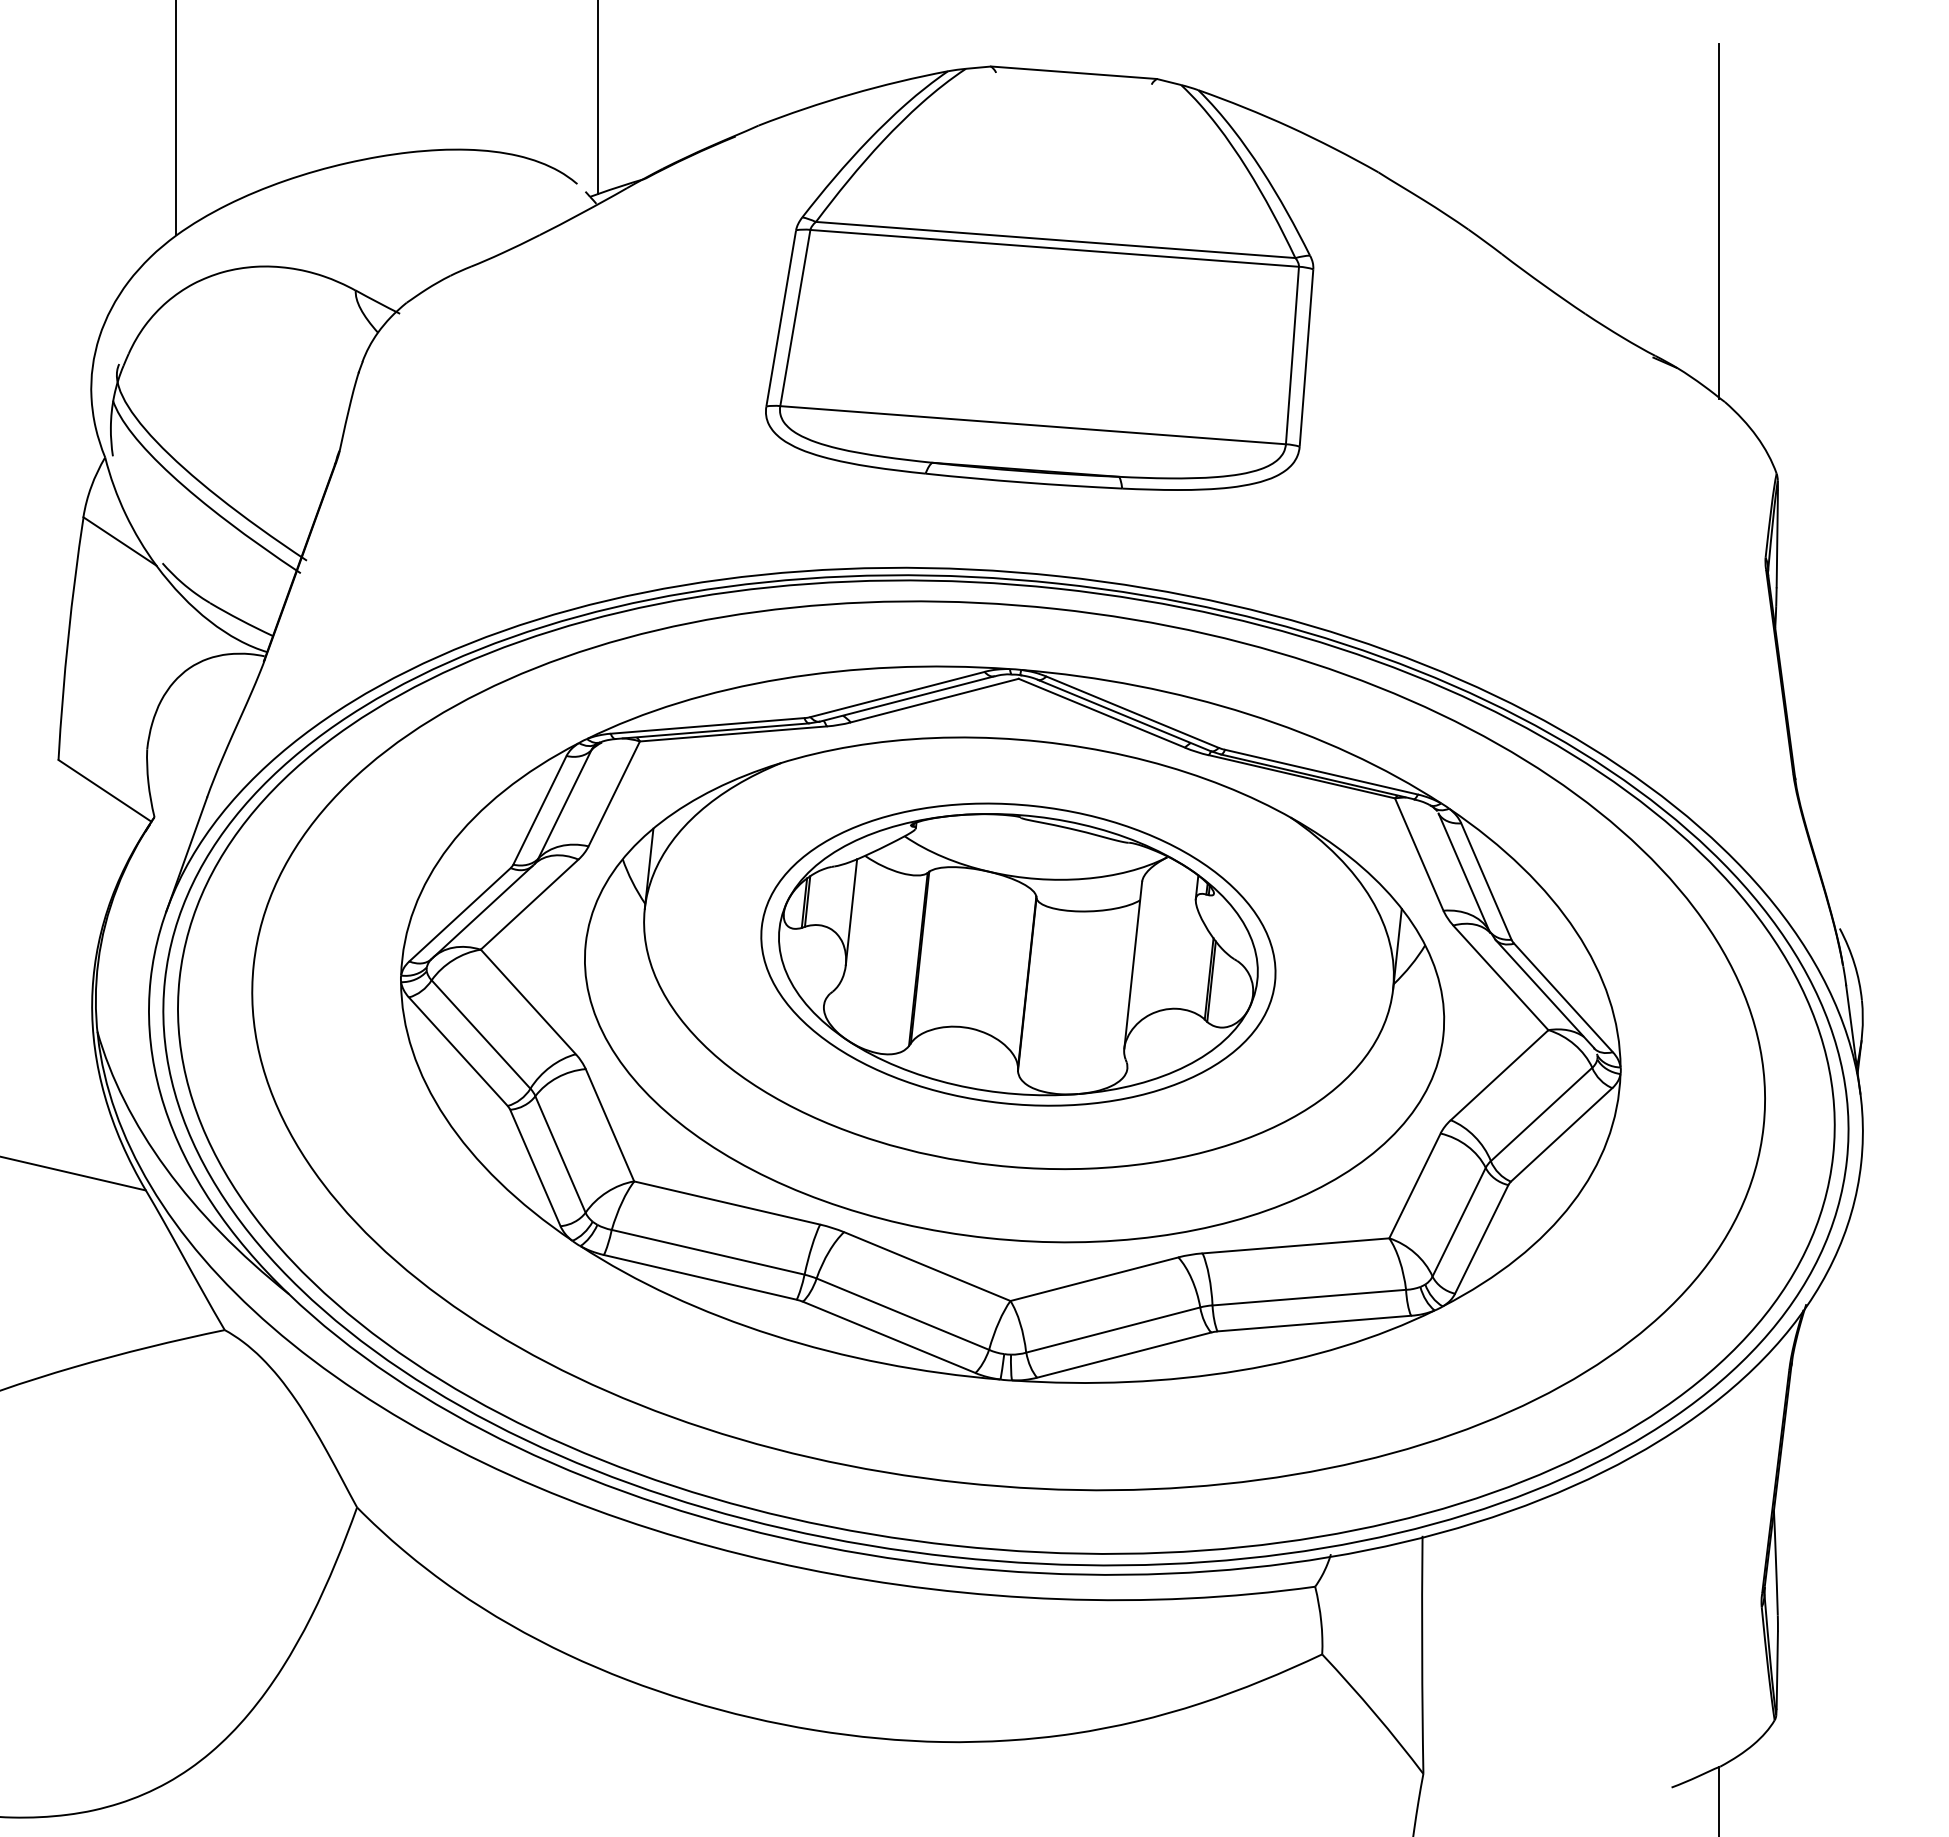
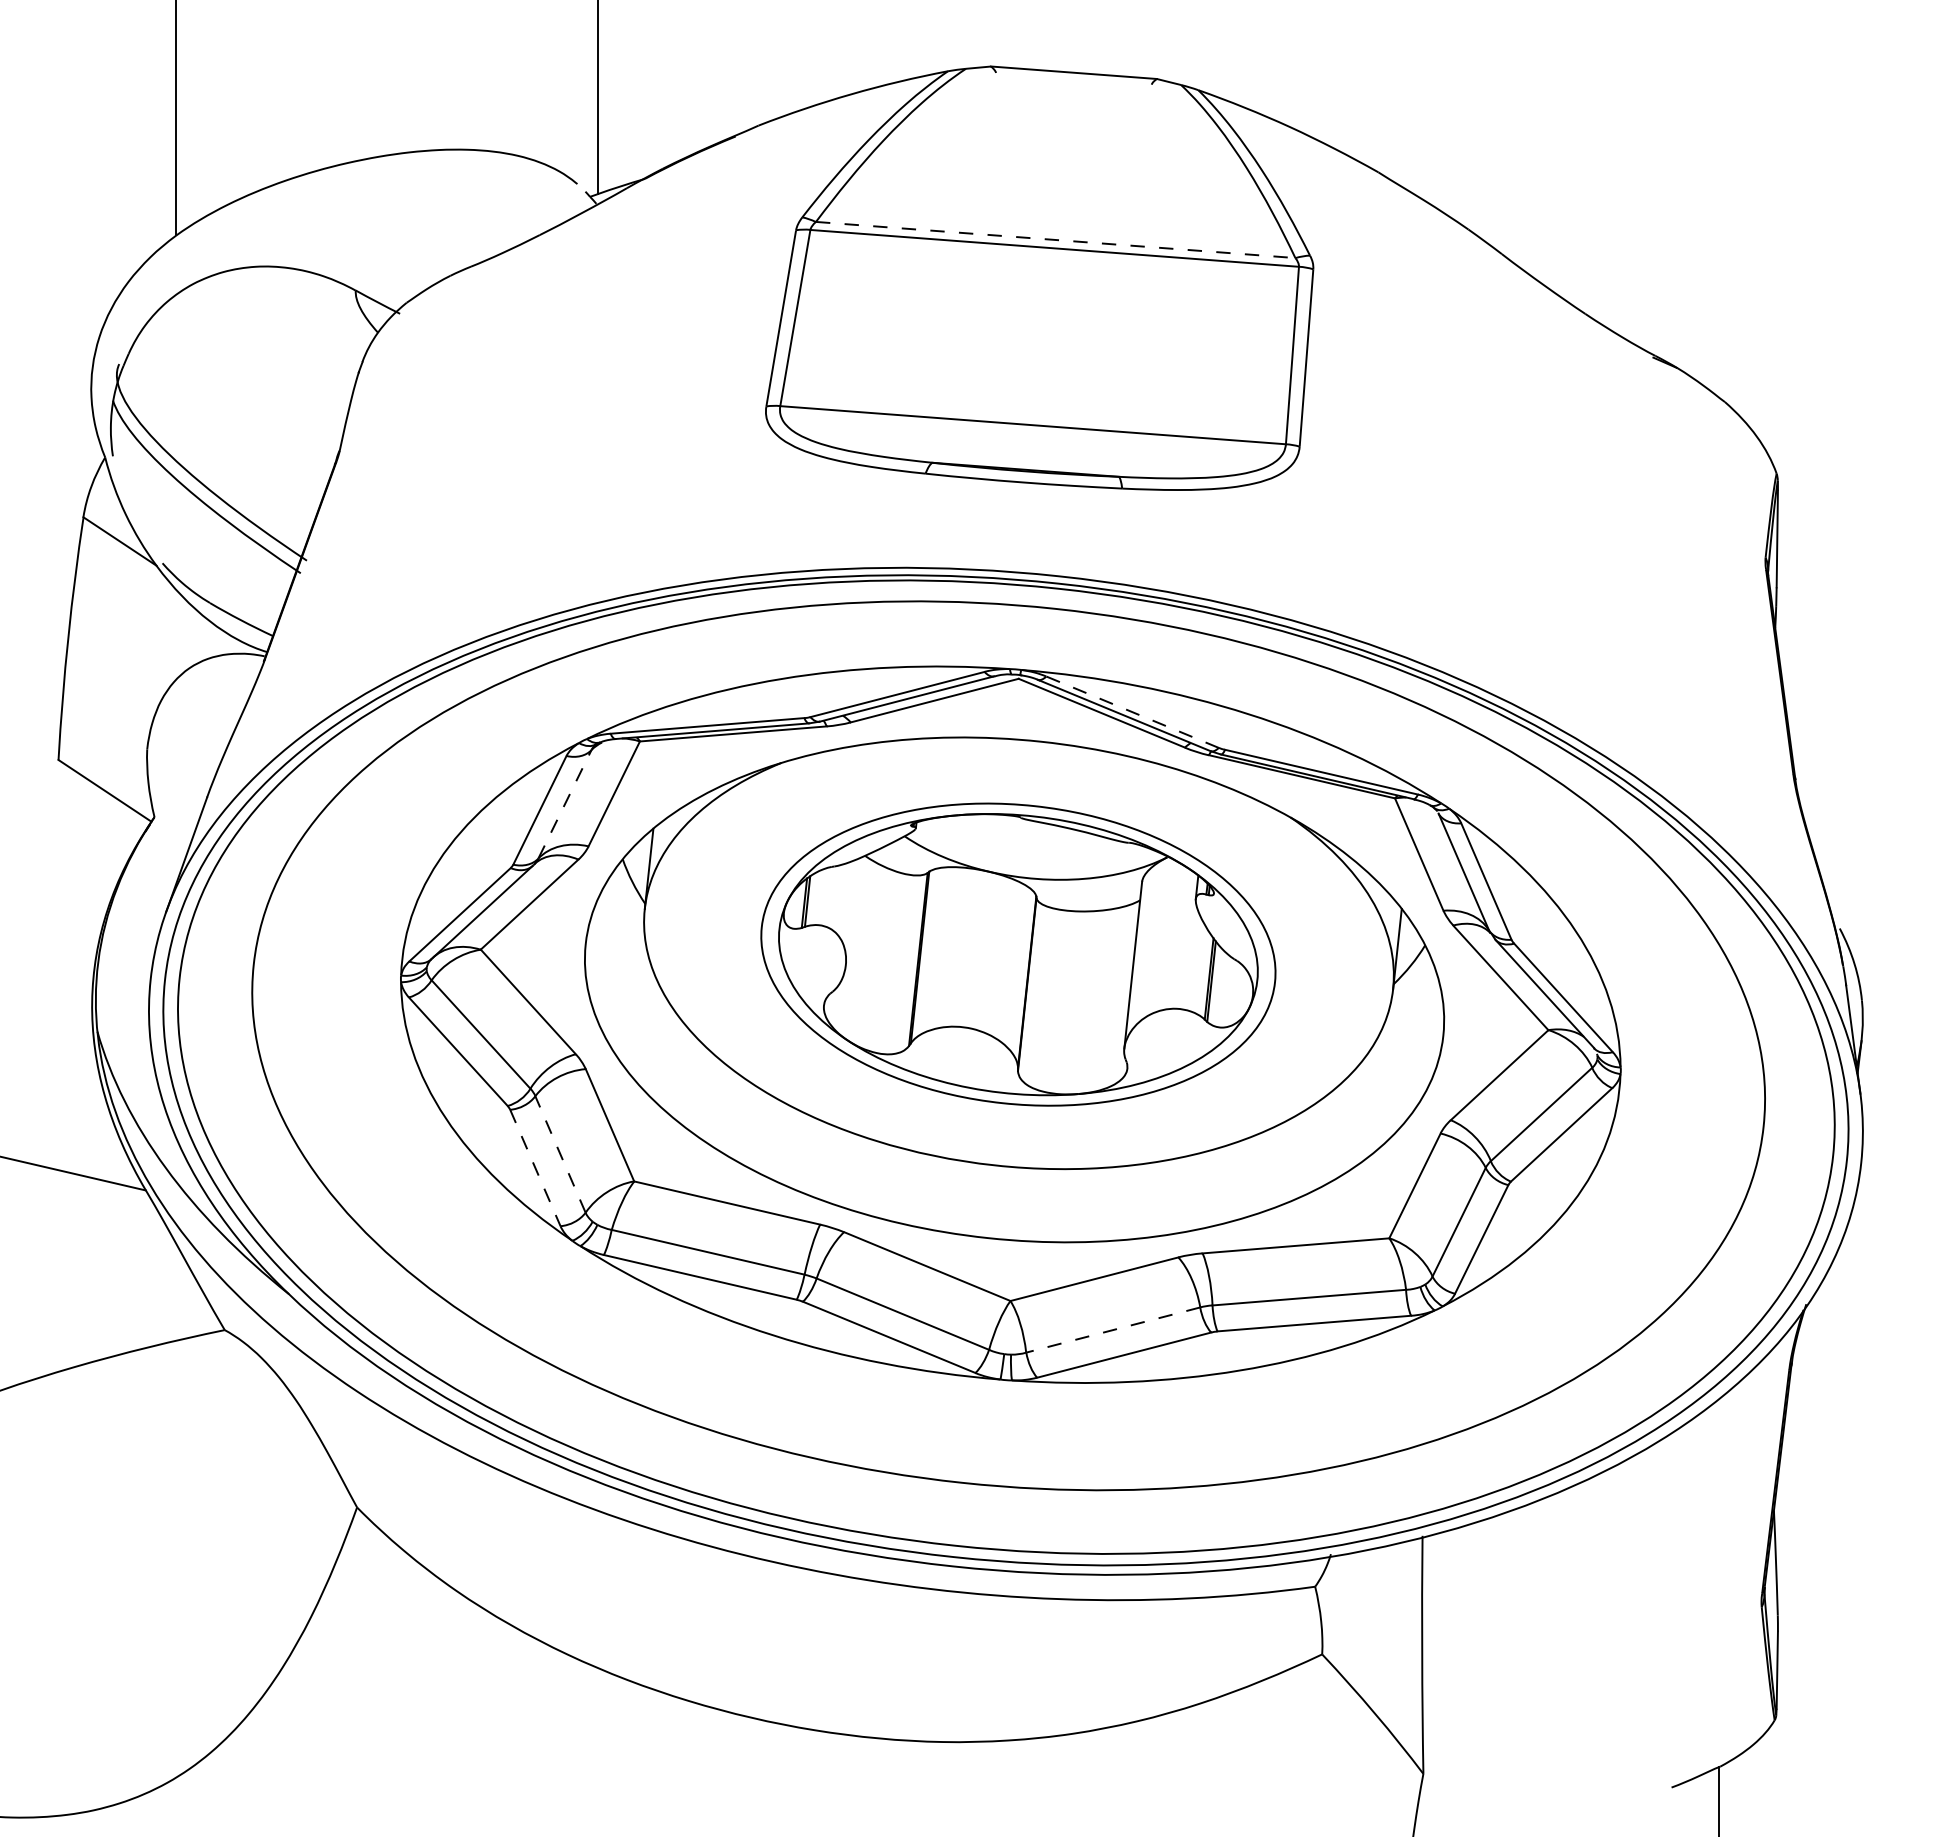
line at (1719, 221): present -> none
line at (1056, 240): solid -> dashed
line at (1132, 712): solid -> dashed
line at (565, 803): solid -> dashed
line at (851, 912): present -> none
line at (560, 1153): solid -> dashed
line at (535, 1168): solid -> dashed
line at (1113, 1330): solid -> dashed
